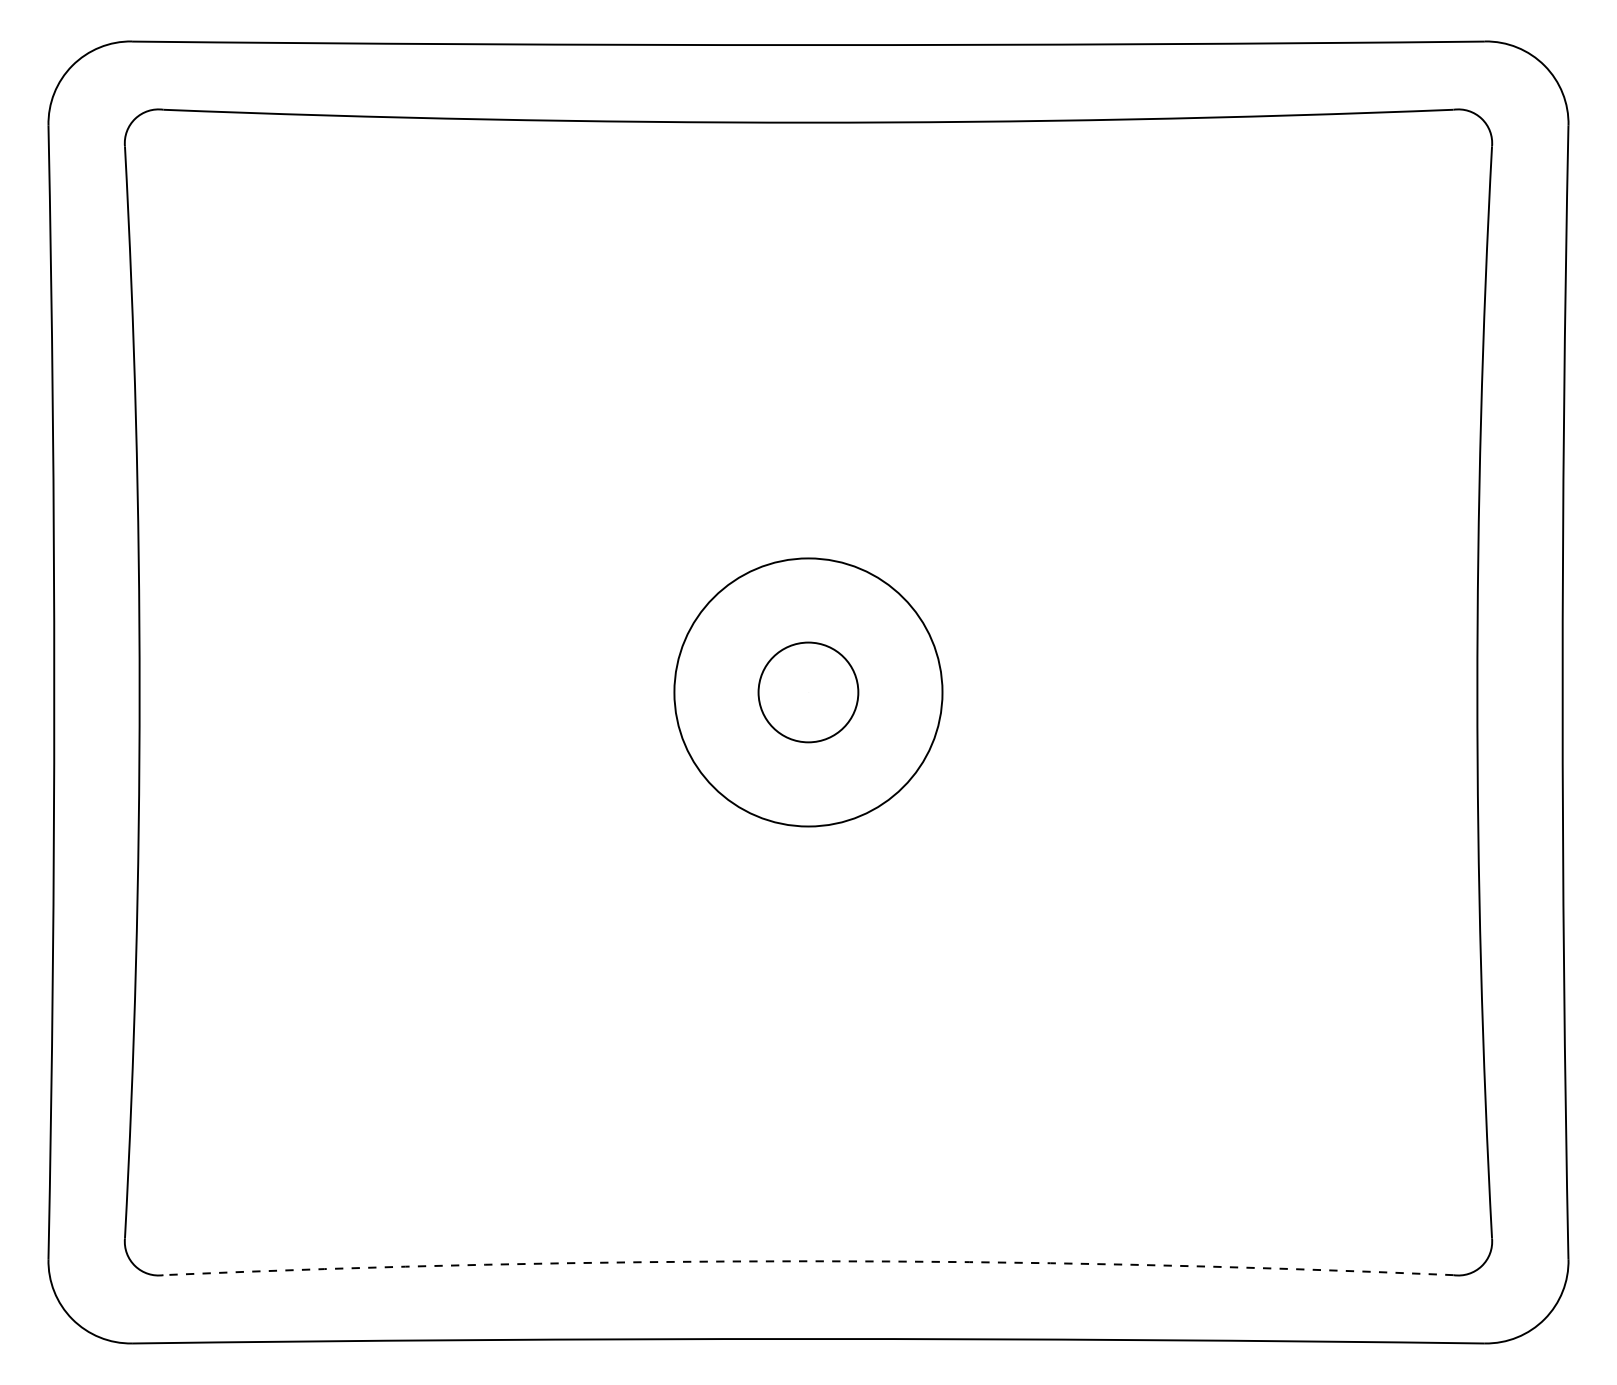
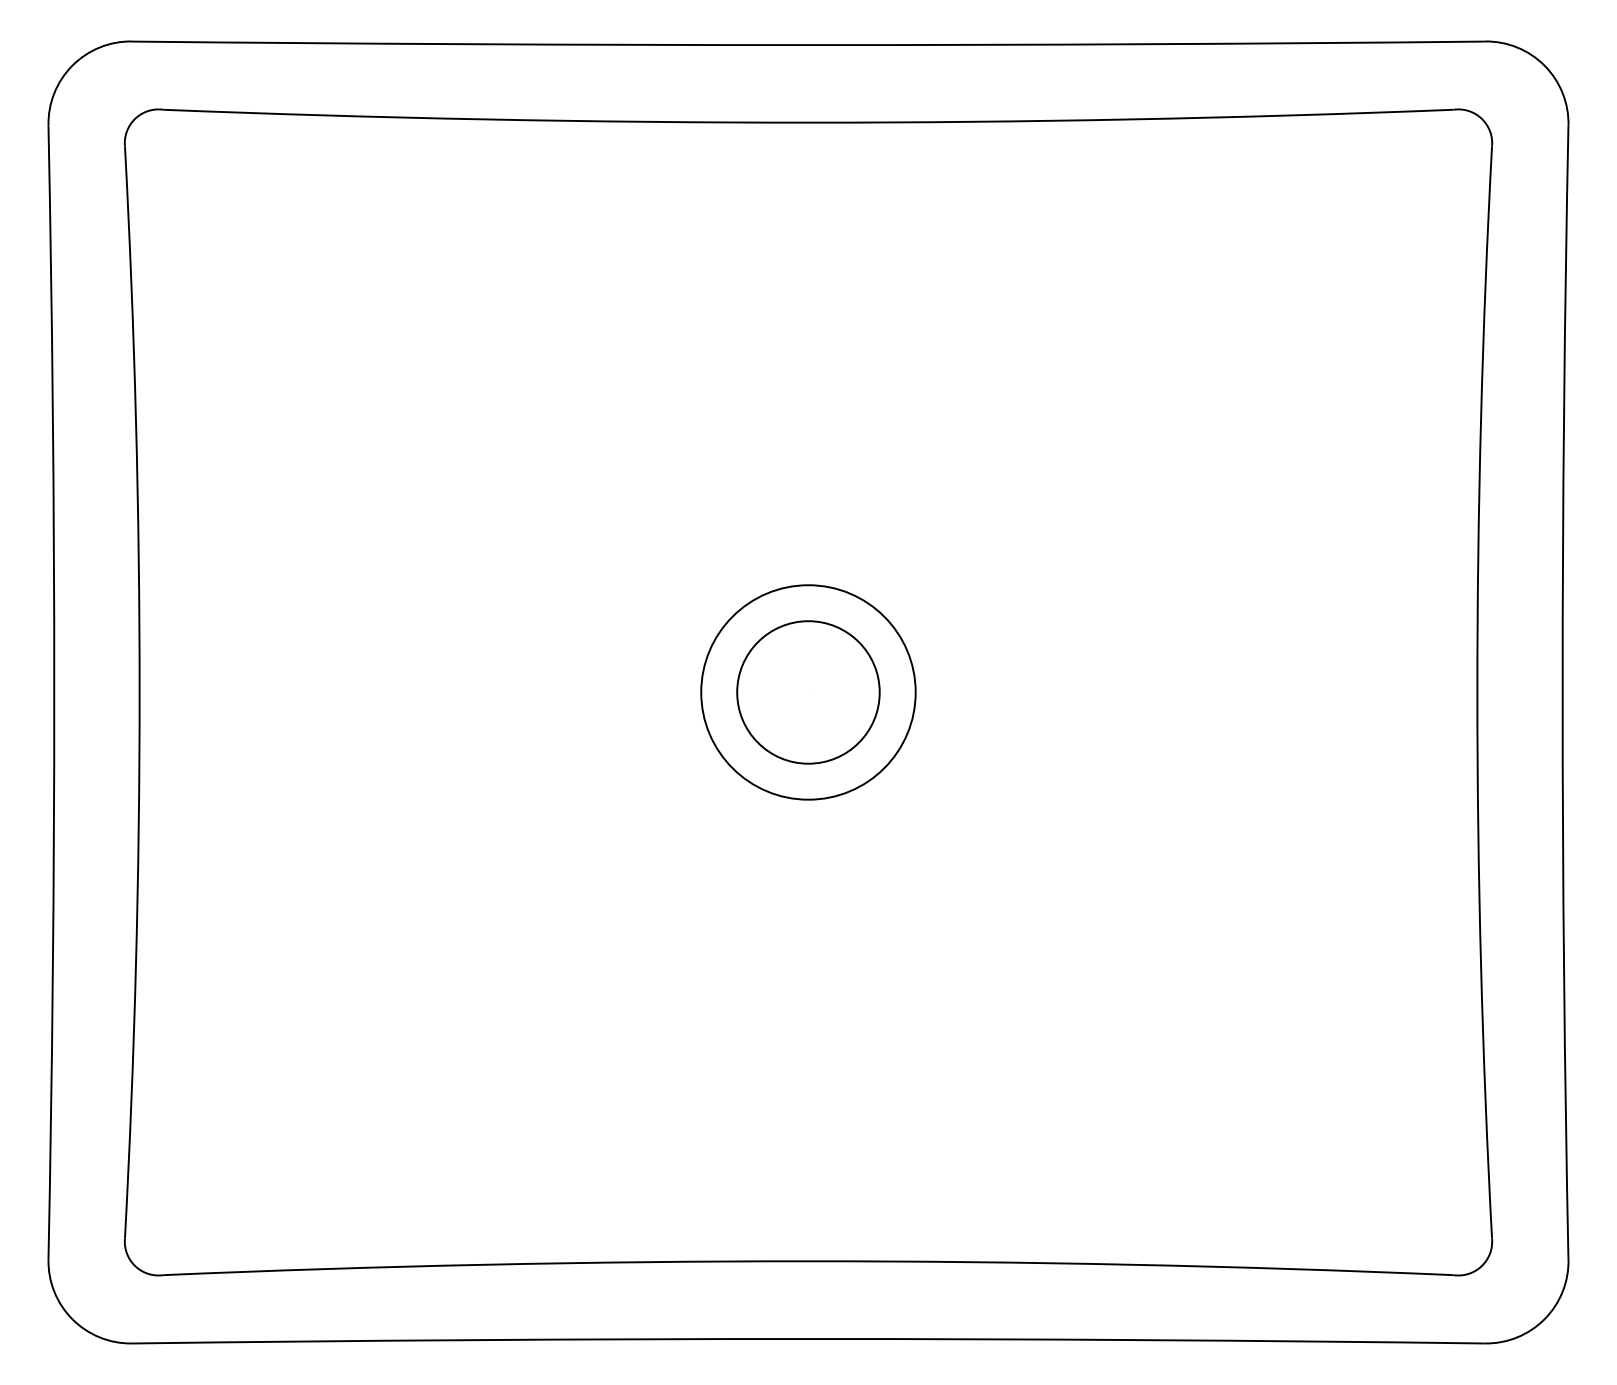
circle at (808, 692) diameter: 100 px -> 143 px
circle at (808, 692) diameter: 268 px -> 214 px
arc at (808, 1261): dashed -> solid
